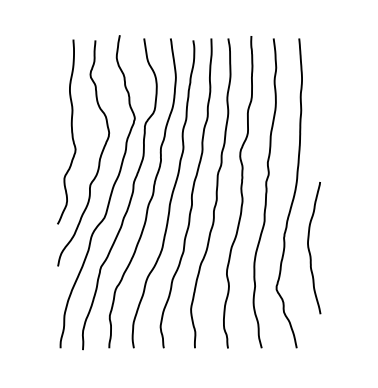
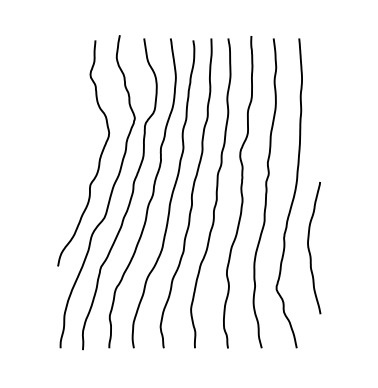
curve at (71, 131): present -> none
